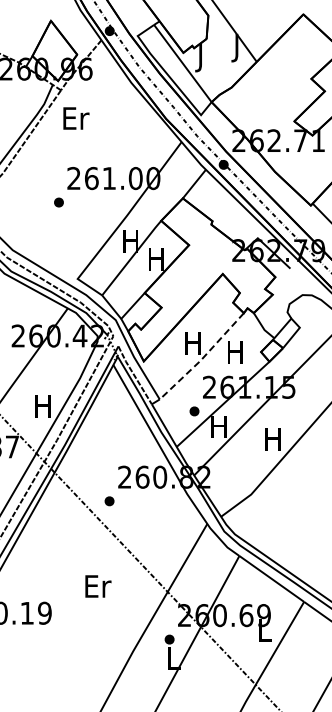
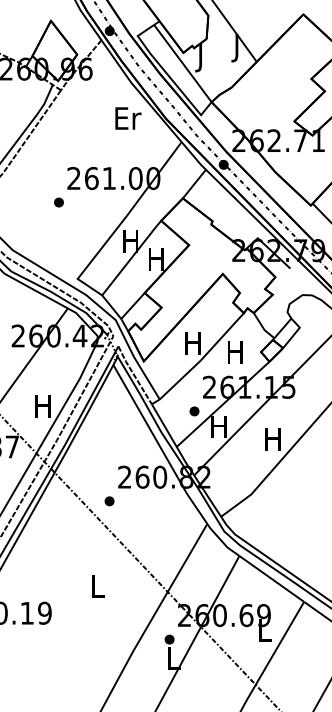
text at (76, 118) position: (76, 118) -> (128, 118)
line at (202, 358): dashed -> solid
text at (98, 586): Er -> L
